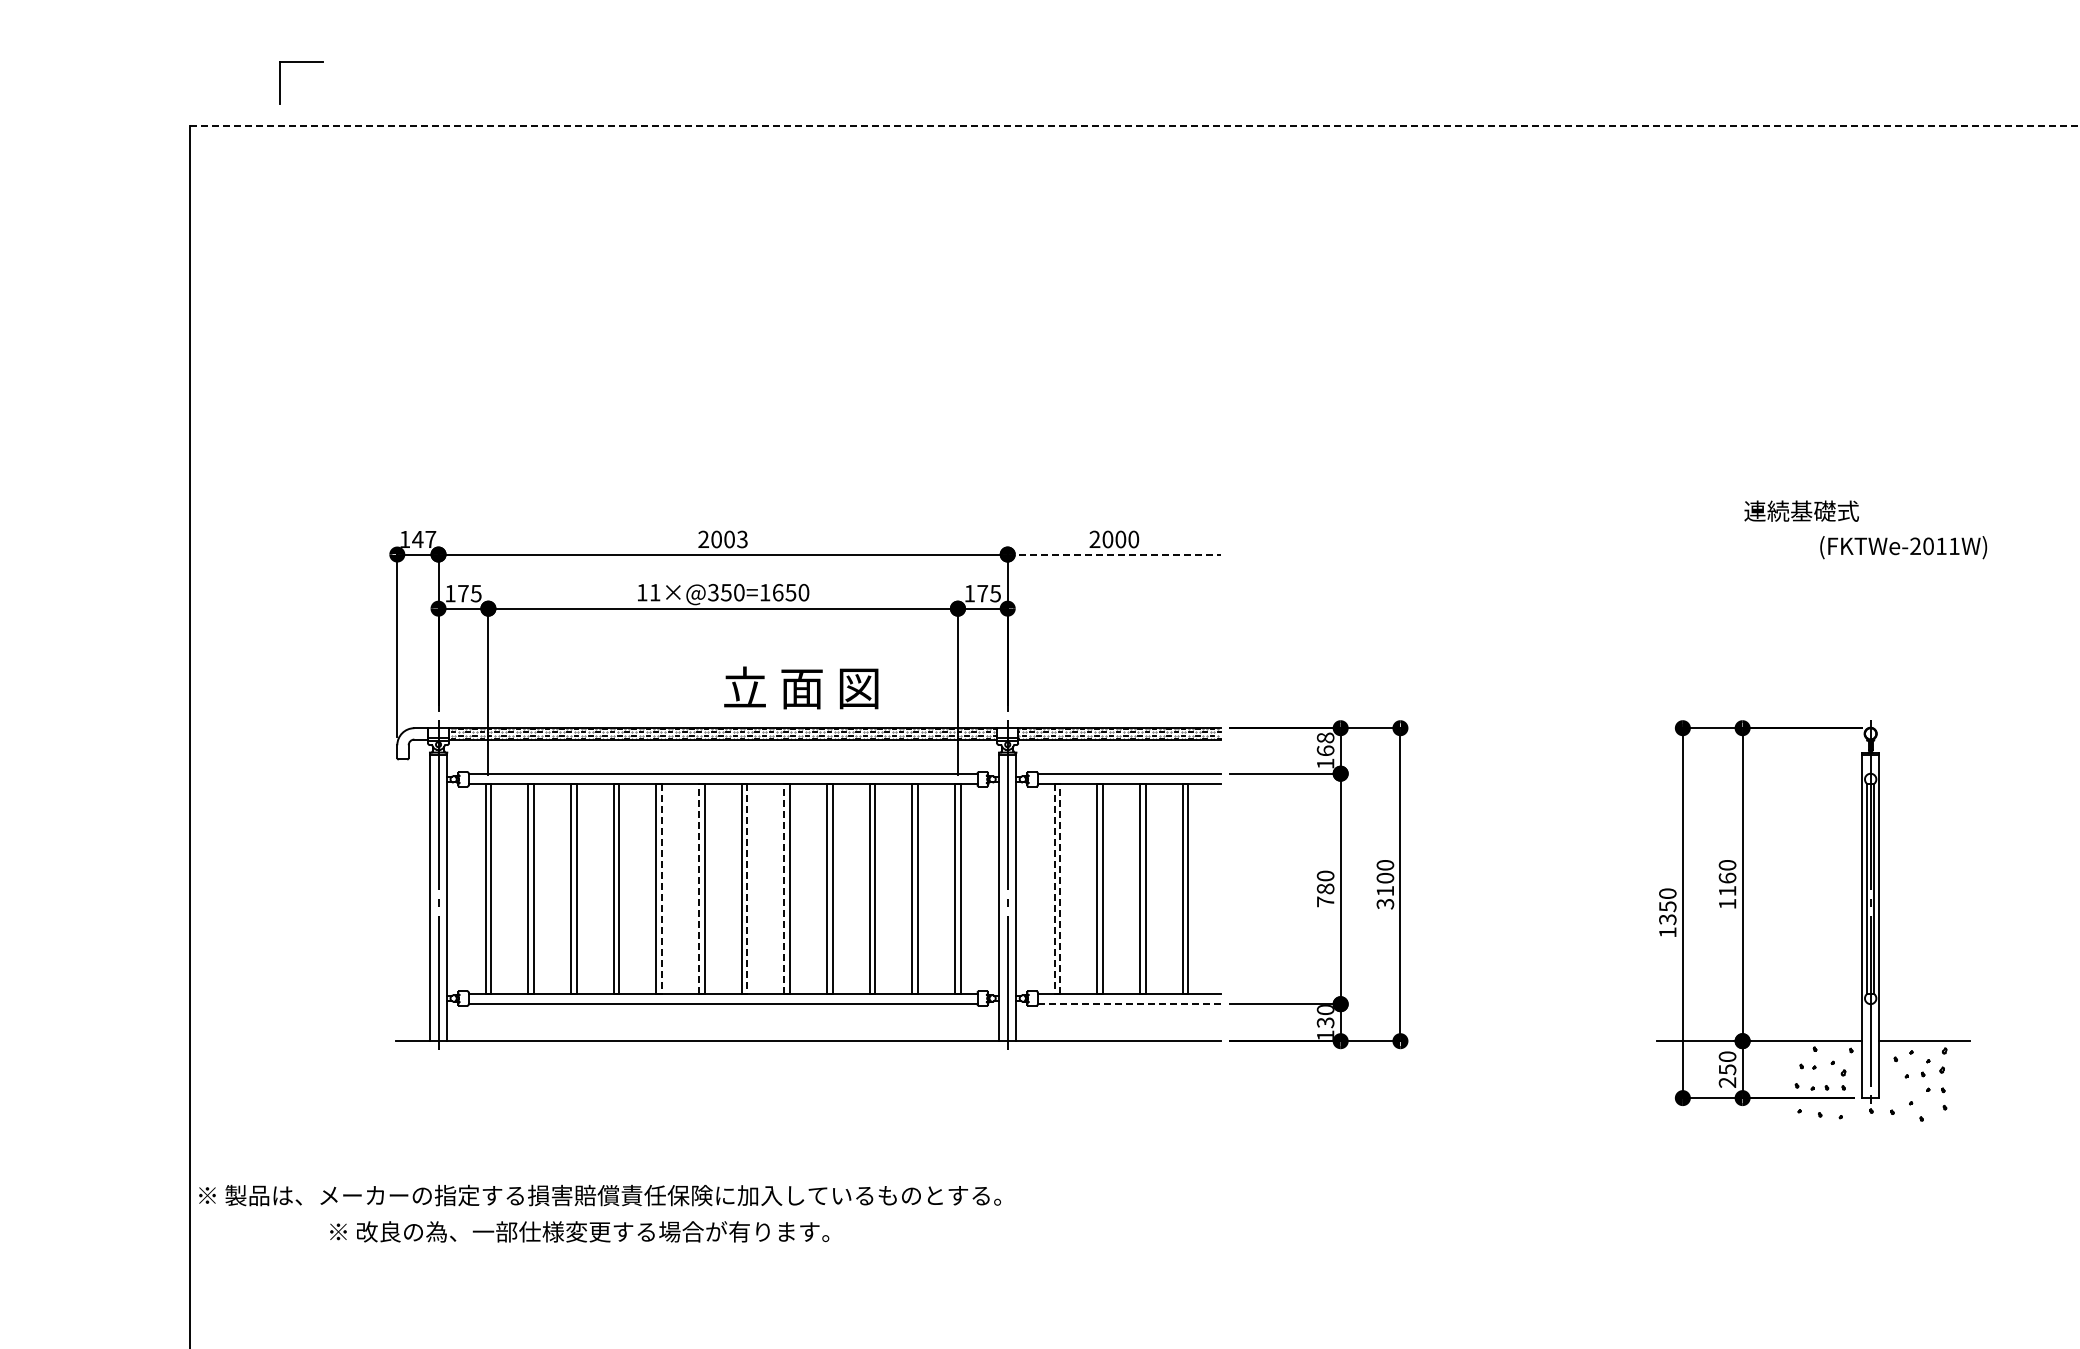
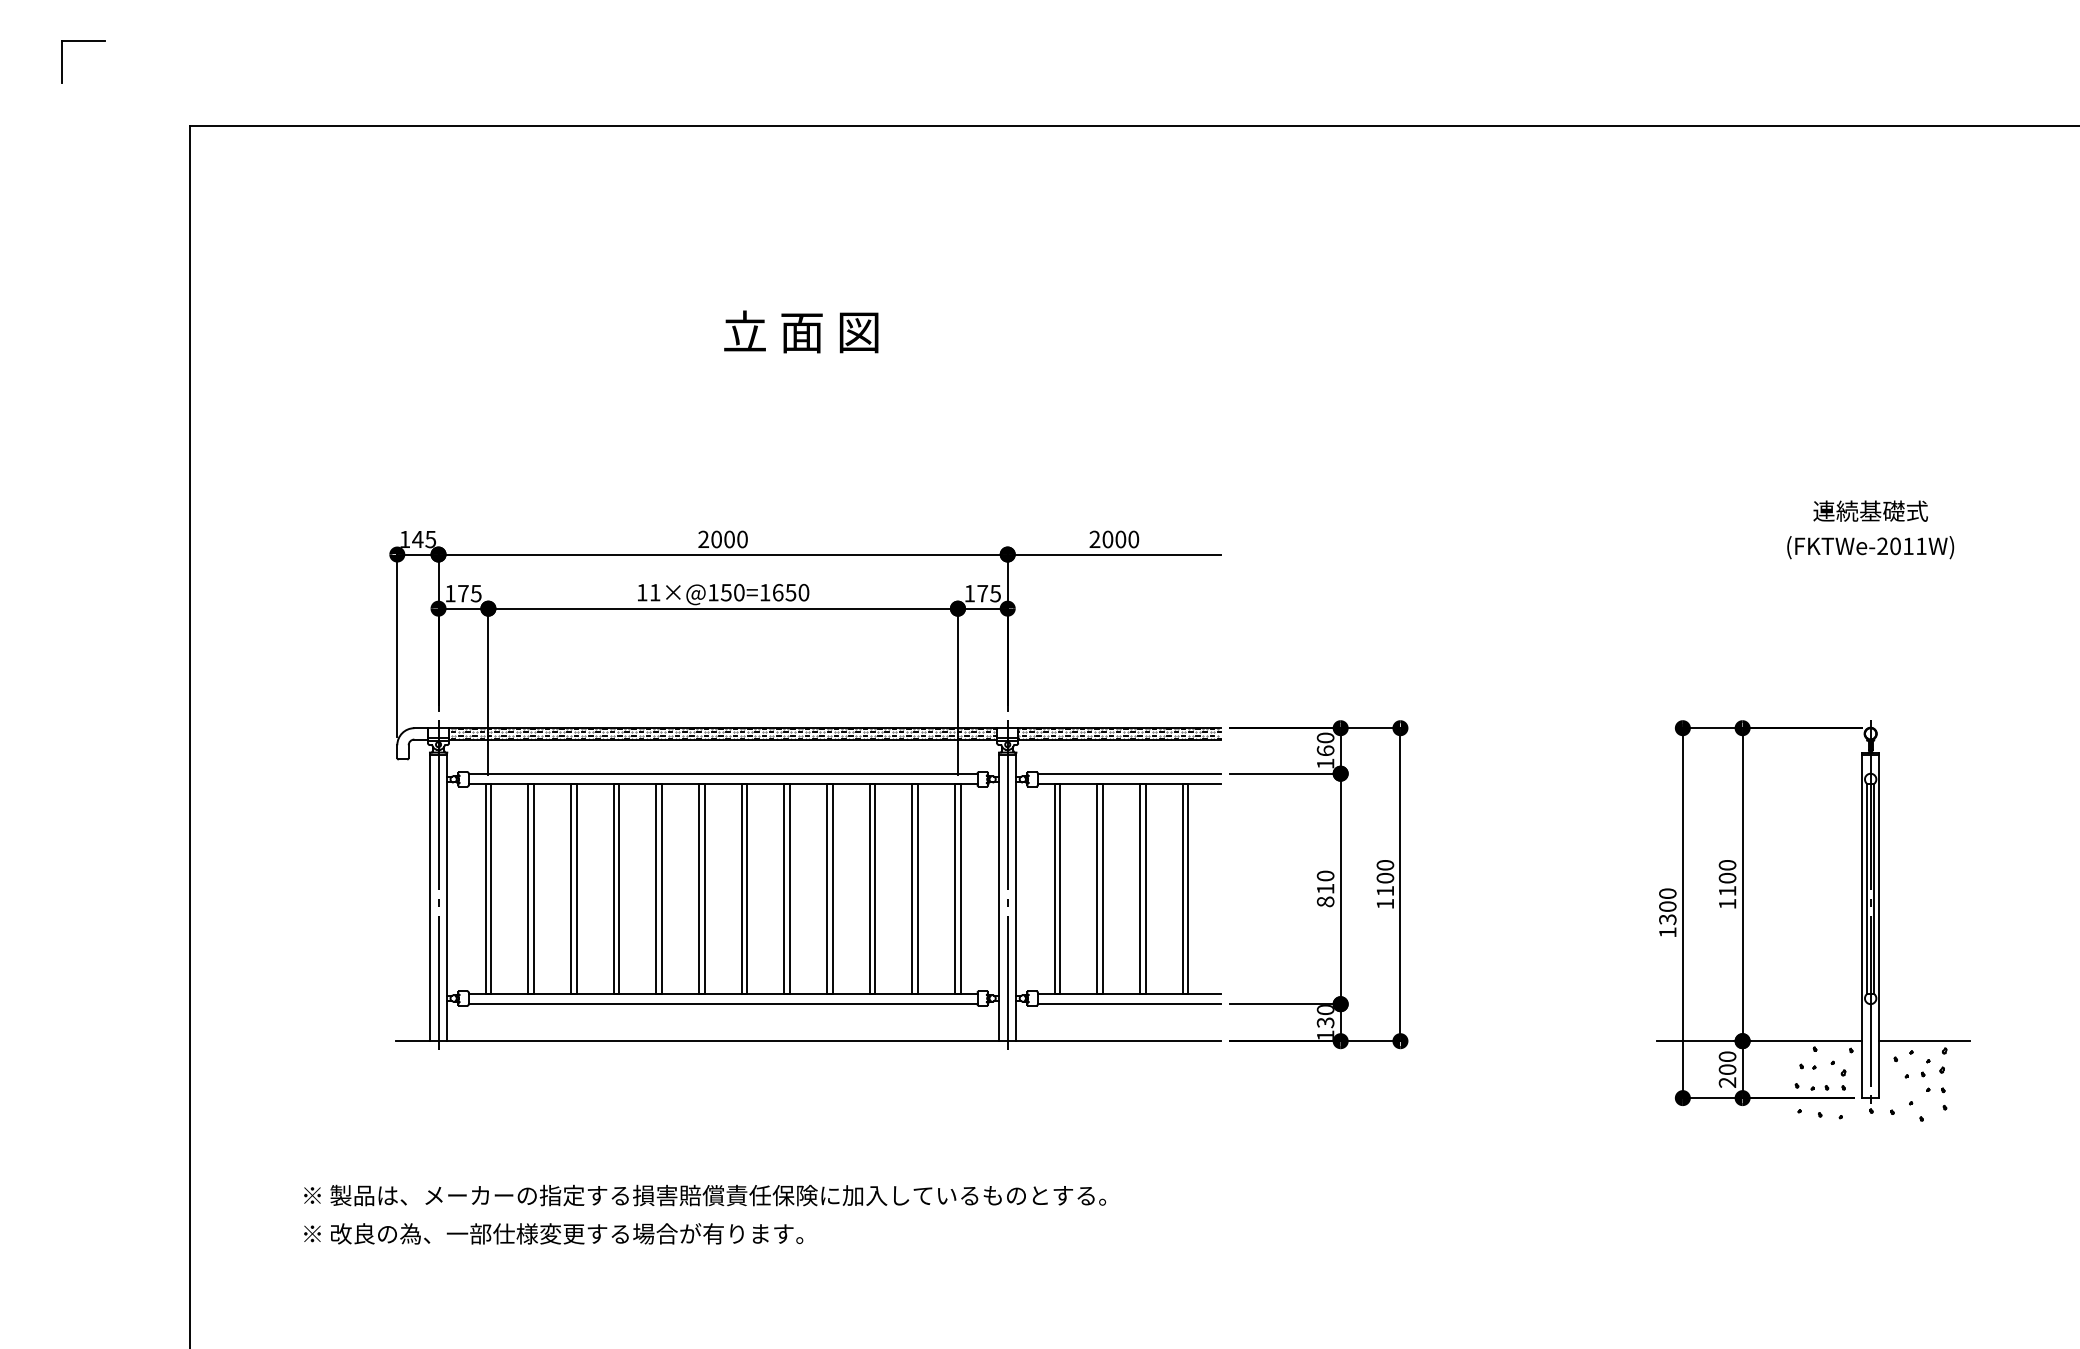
part at (301, 62) position: (301, 62) -> (83, 41)
line at (1135, 125): dashed -> solid
text at (1801, 510) position: (1801, 510) -> (1870, 510)
text at (430, 539): 147 -> 145
text at (742, 539): 2003 -> 2000
text at (1903, 547) position: (1903, 547) -> (1870, 547)
line at (1114, 554): dashed -> solid
text at (713, 592): 11×@350=1650 -> 11×@150=1650
text at (801, 687) position: (801, 687) -> (801, 331)
text at (1325, 737): 168 -> 160
text at (1727, 877): 1160 -> 1100
line at (698, 888): dashed -> solid
line at (784, 888): dashed -> solid
line at (1060, 888): dashed -> solid
line at (661, 889): dashed -> solid
line at (747, 889): dashed -> solid
line at (1054, 889): dashed -> solid
text at (1325, 895): 780 -> 810
text at (1385, 904): 3100 -> 1100
text at (1667, 906): 1350 -> 1300
line at (1129, 1004): dashed -> solid
text at (1727, 1069): 250 -> 200
text at (600, 1195) position: (600, 1195) -> (705, 1195)
text at (579, 1231) position: (579, 1231) -> (553, 1233)
